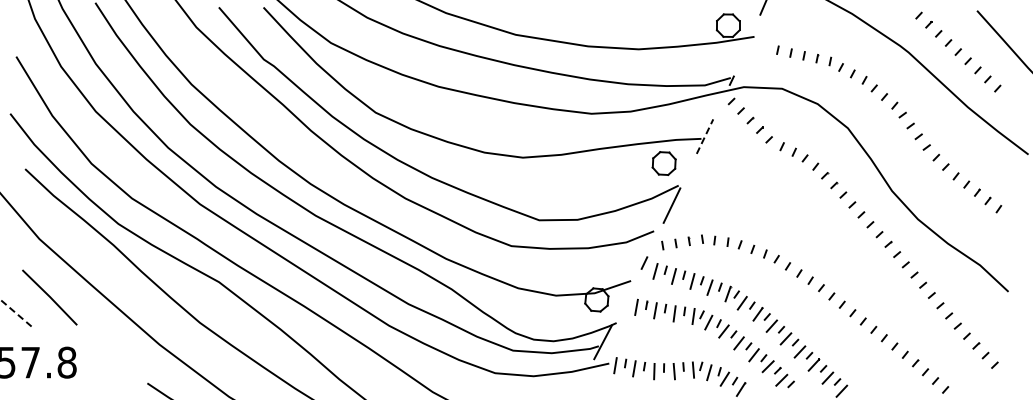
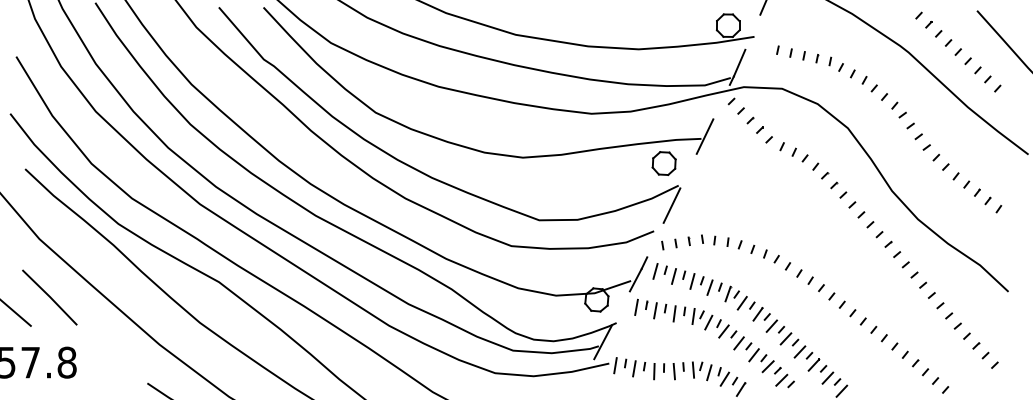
line at (739, 62): none -> present
line at (705, 136): dashed -> solid
line at (635, 279): none -> present
line at (15, 313): dashed -> solid
